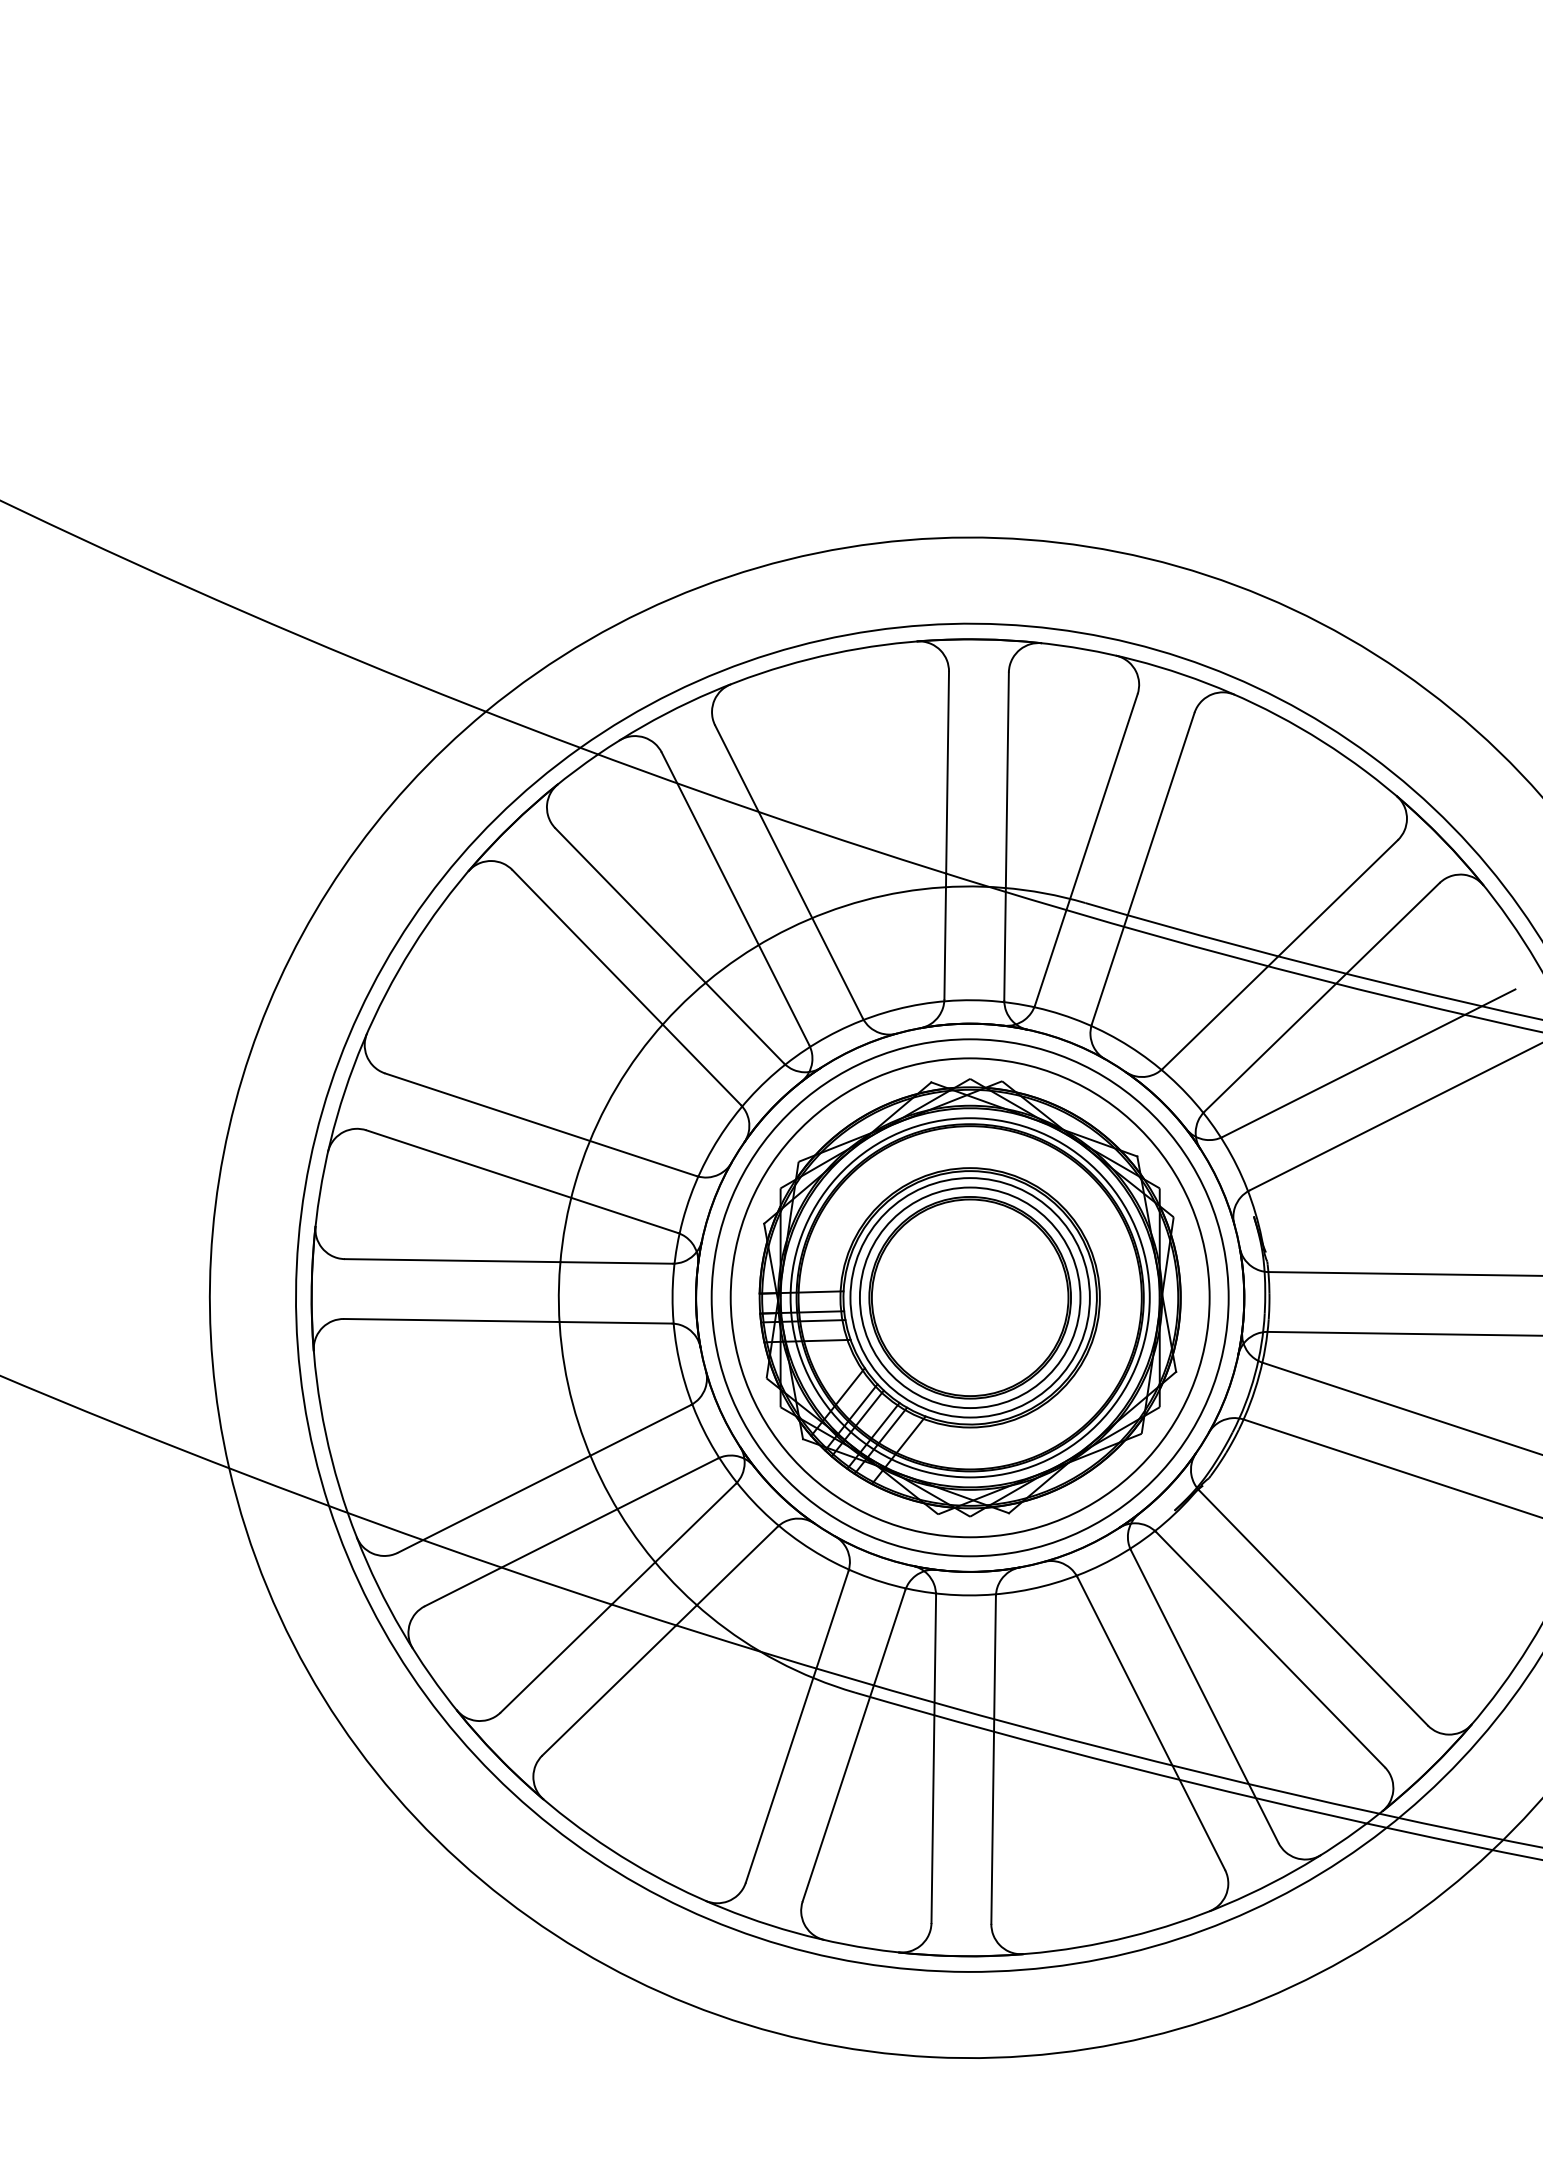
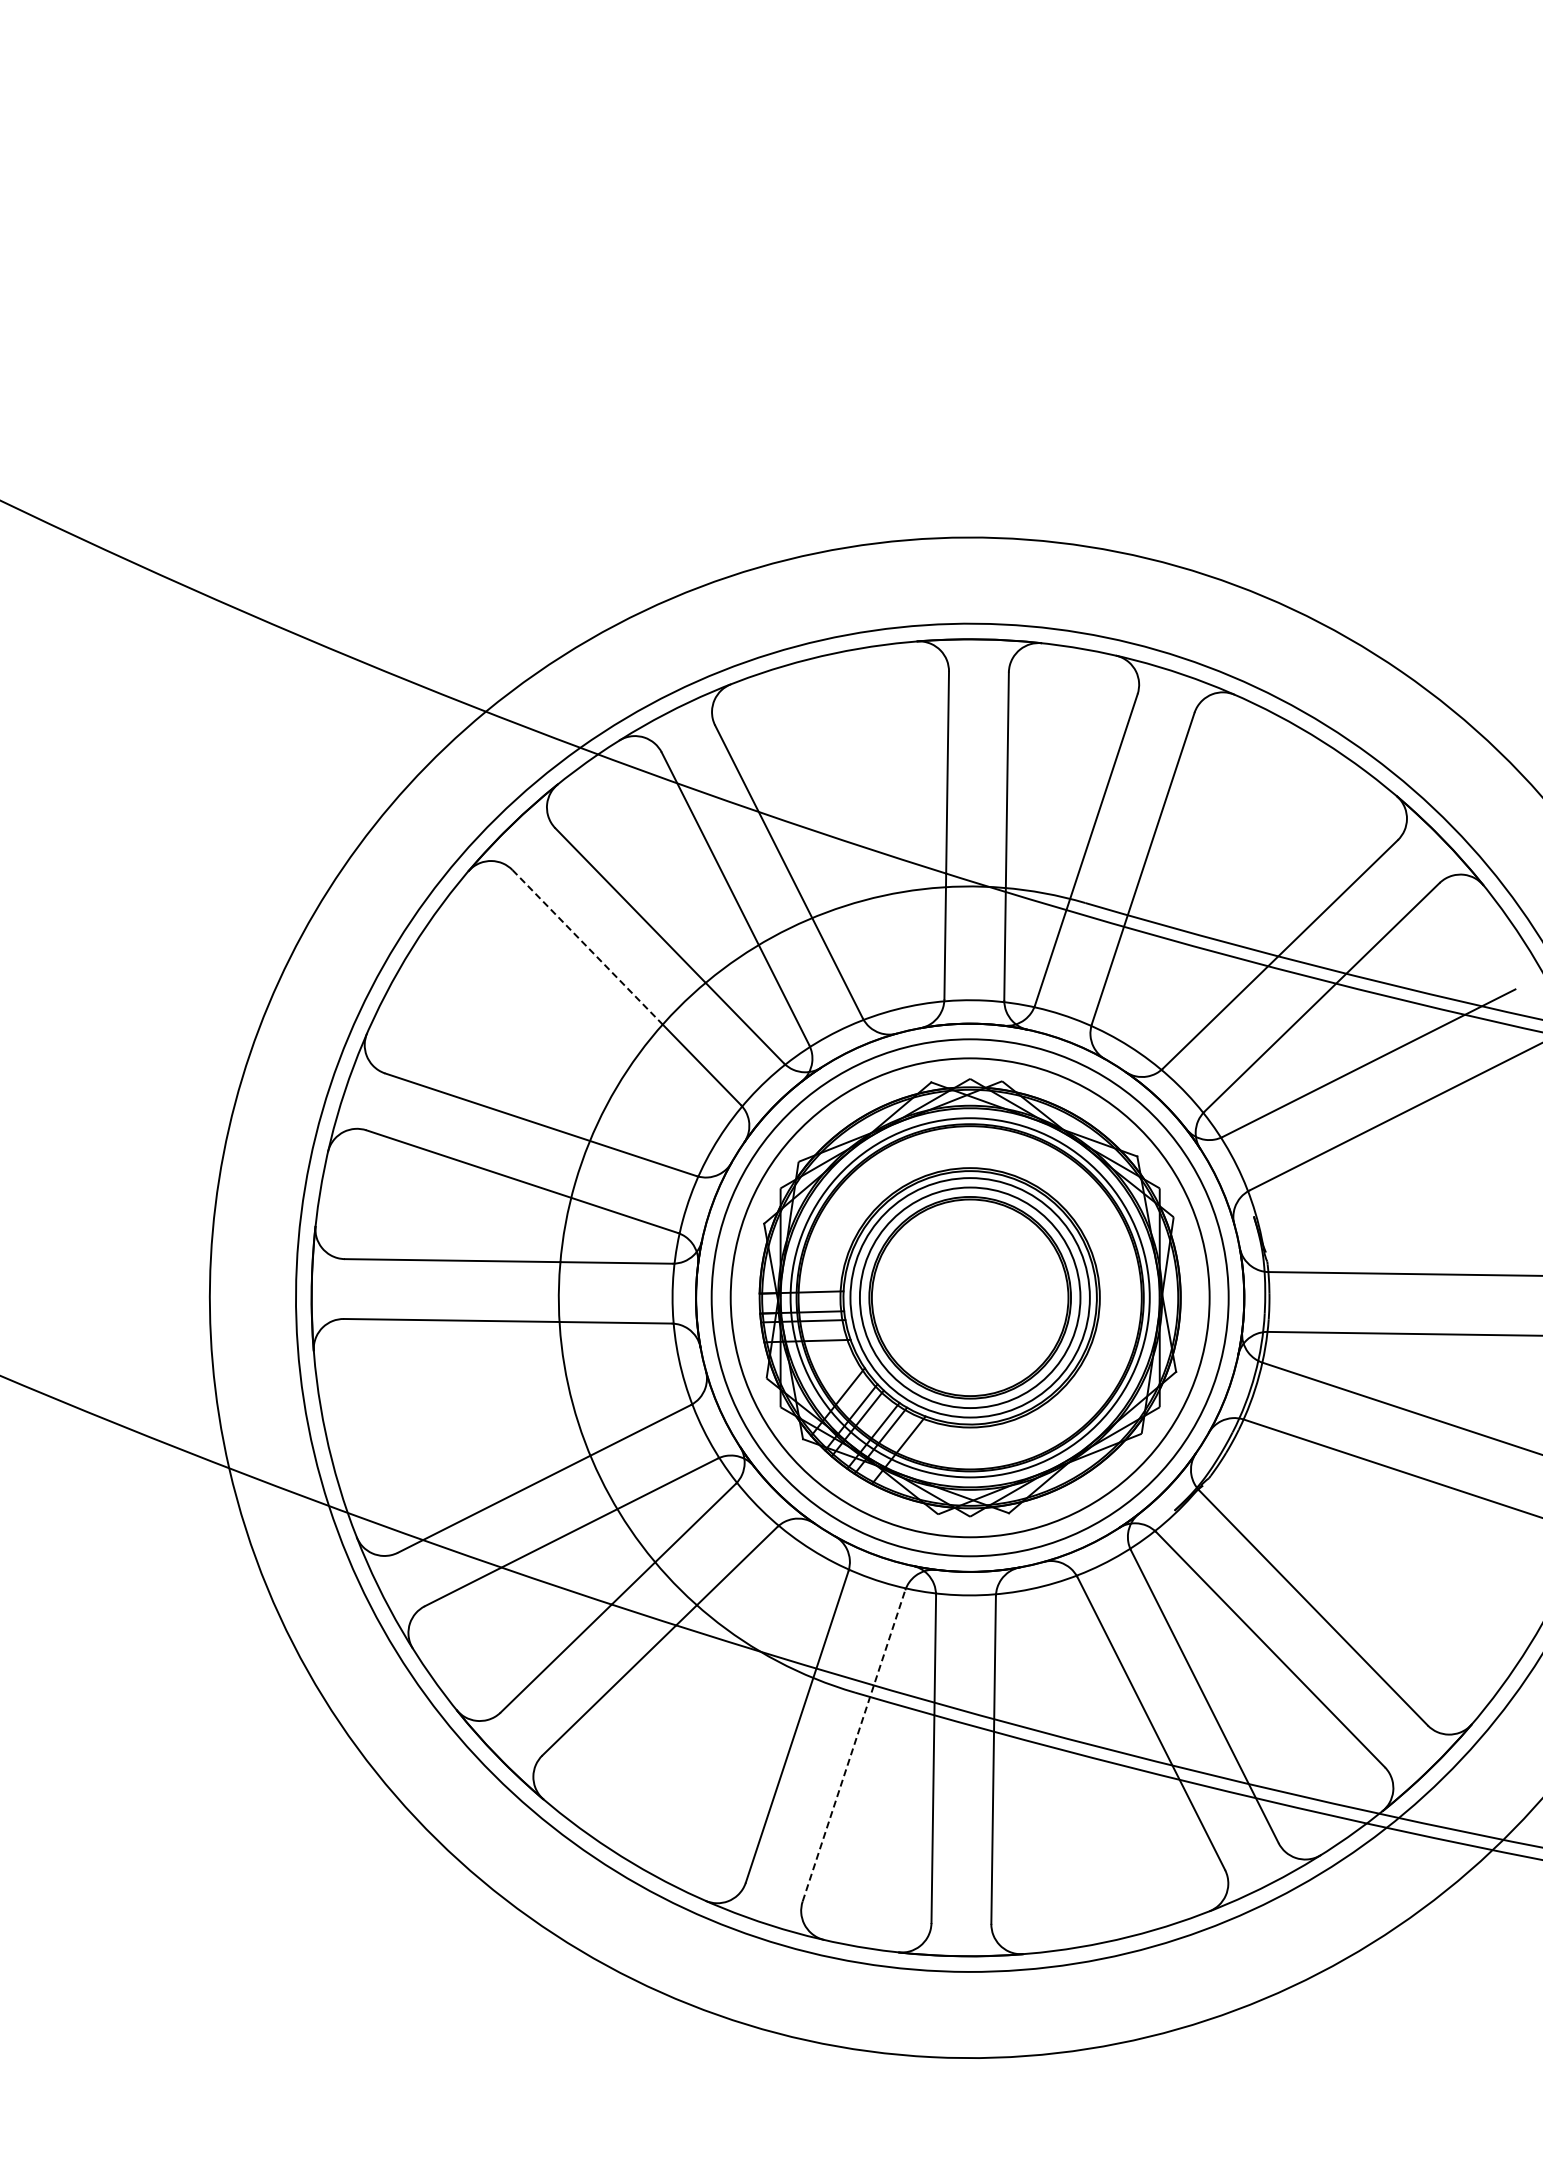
line at (587, 947): solid -> dashed
line at (853, 1745): solid -> dashed
